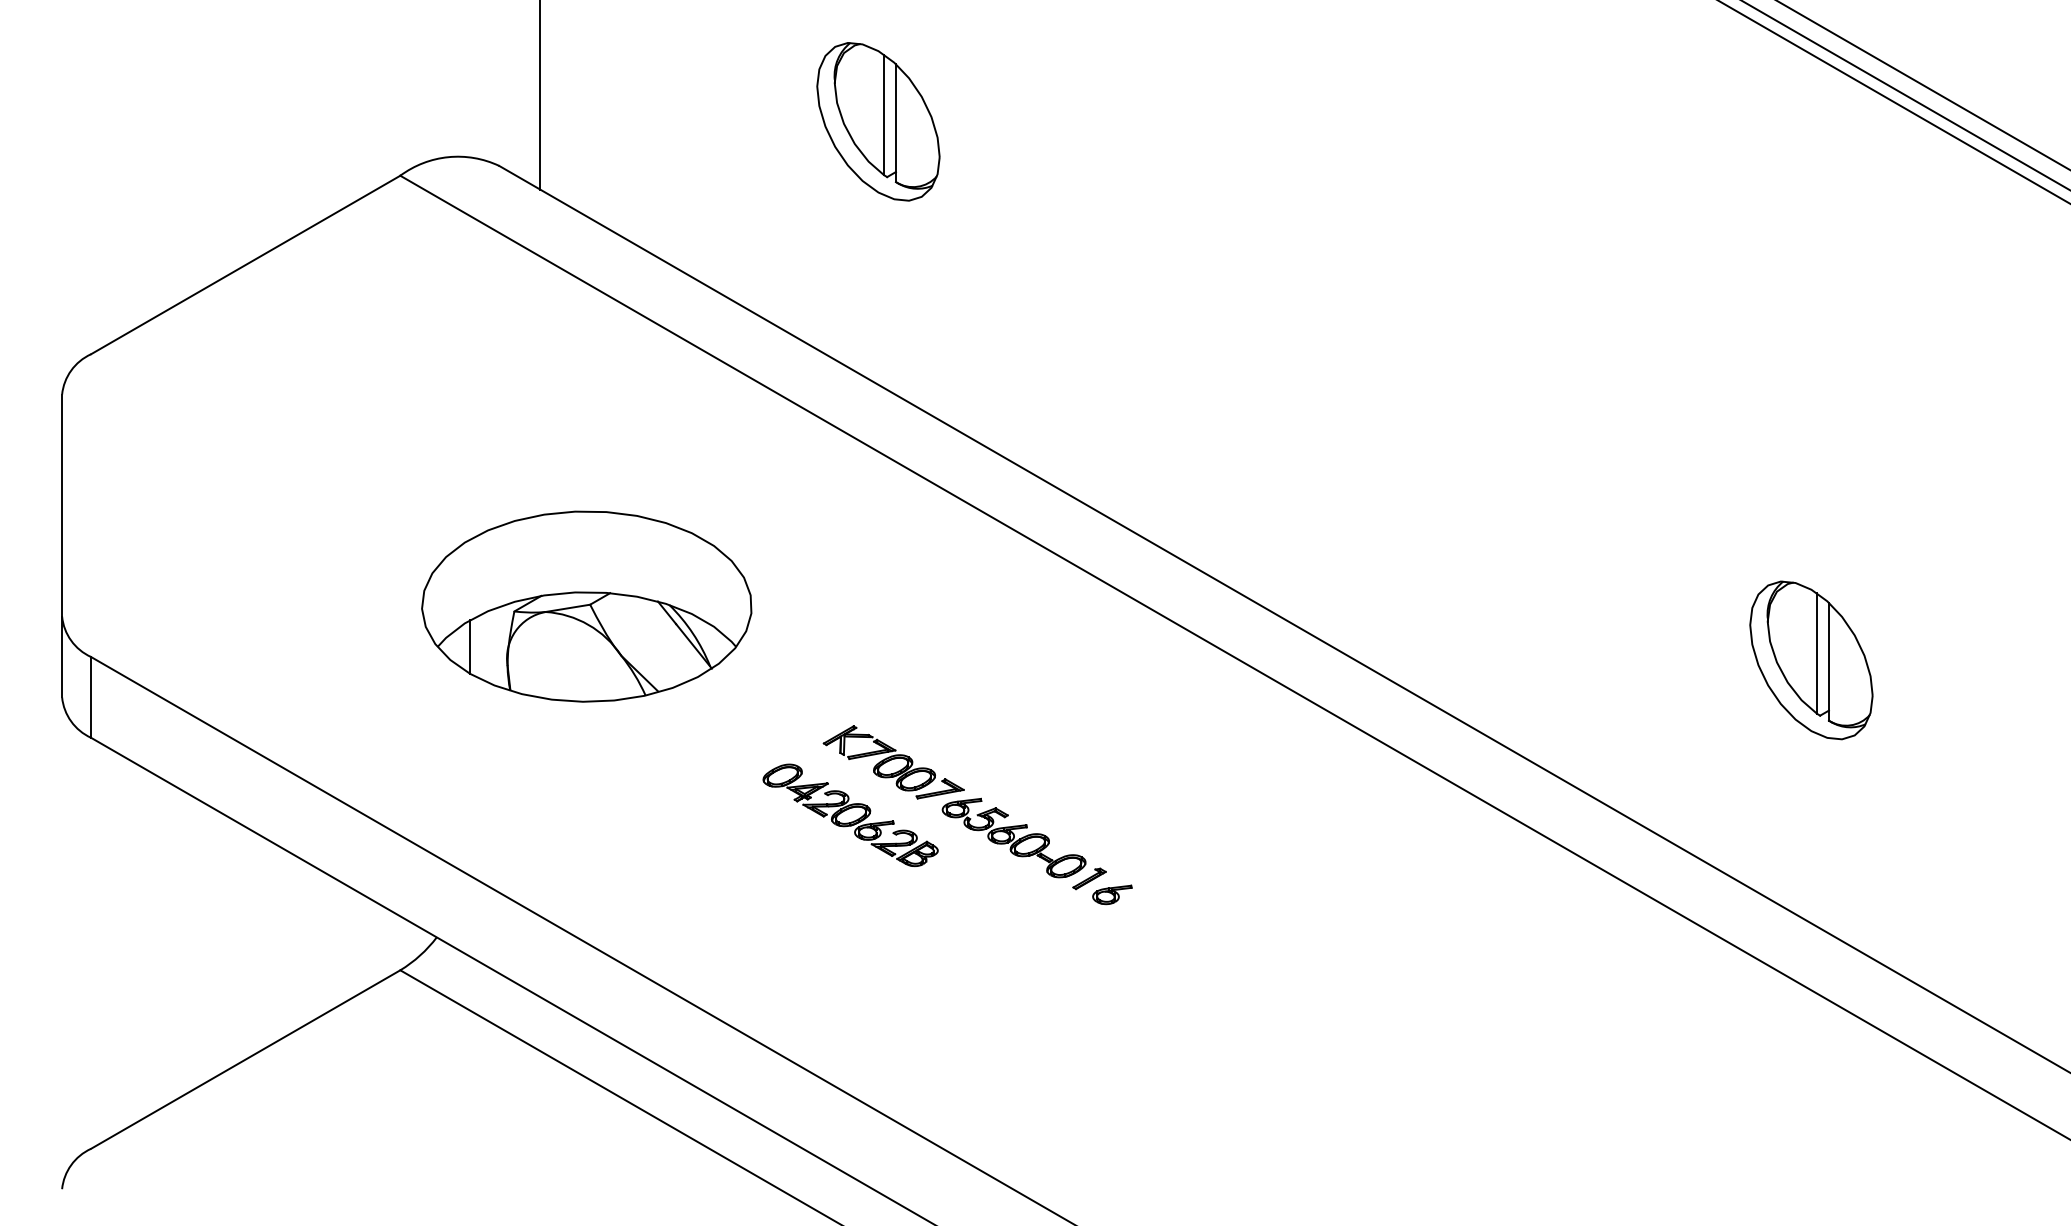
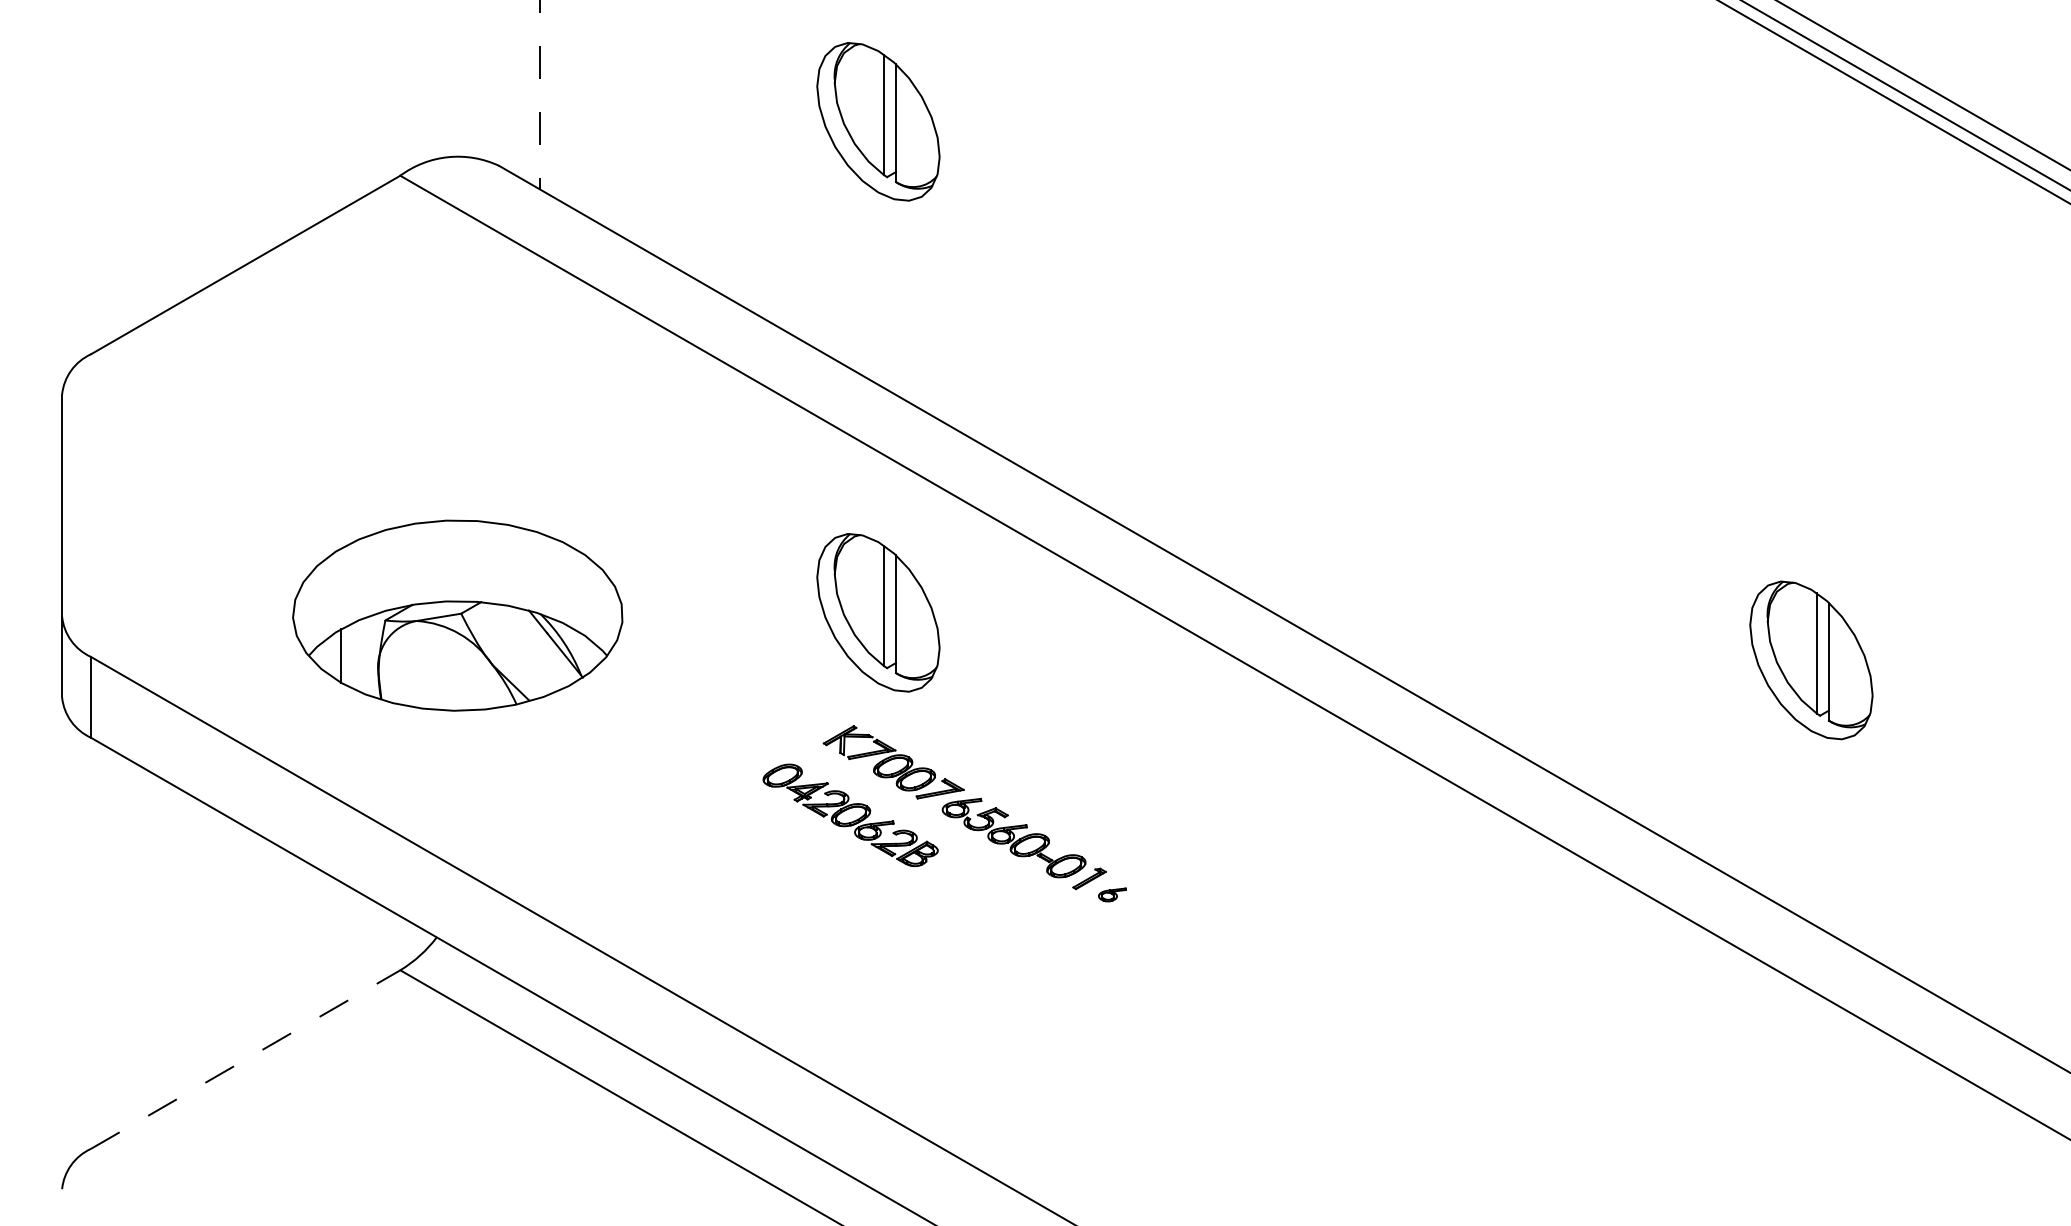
line at (540, 95): solid -> dashed
part at (586, 606) position: (586, 606) -> (457, 615)
part at (878, 612): none -> present
part at (1112, 894) size: 41x22 px -> 29x16 px
line at (245, 1059): solid -> dashed
